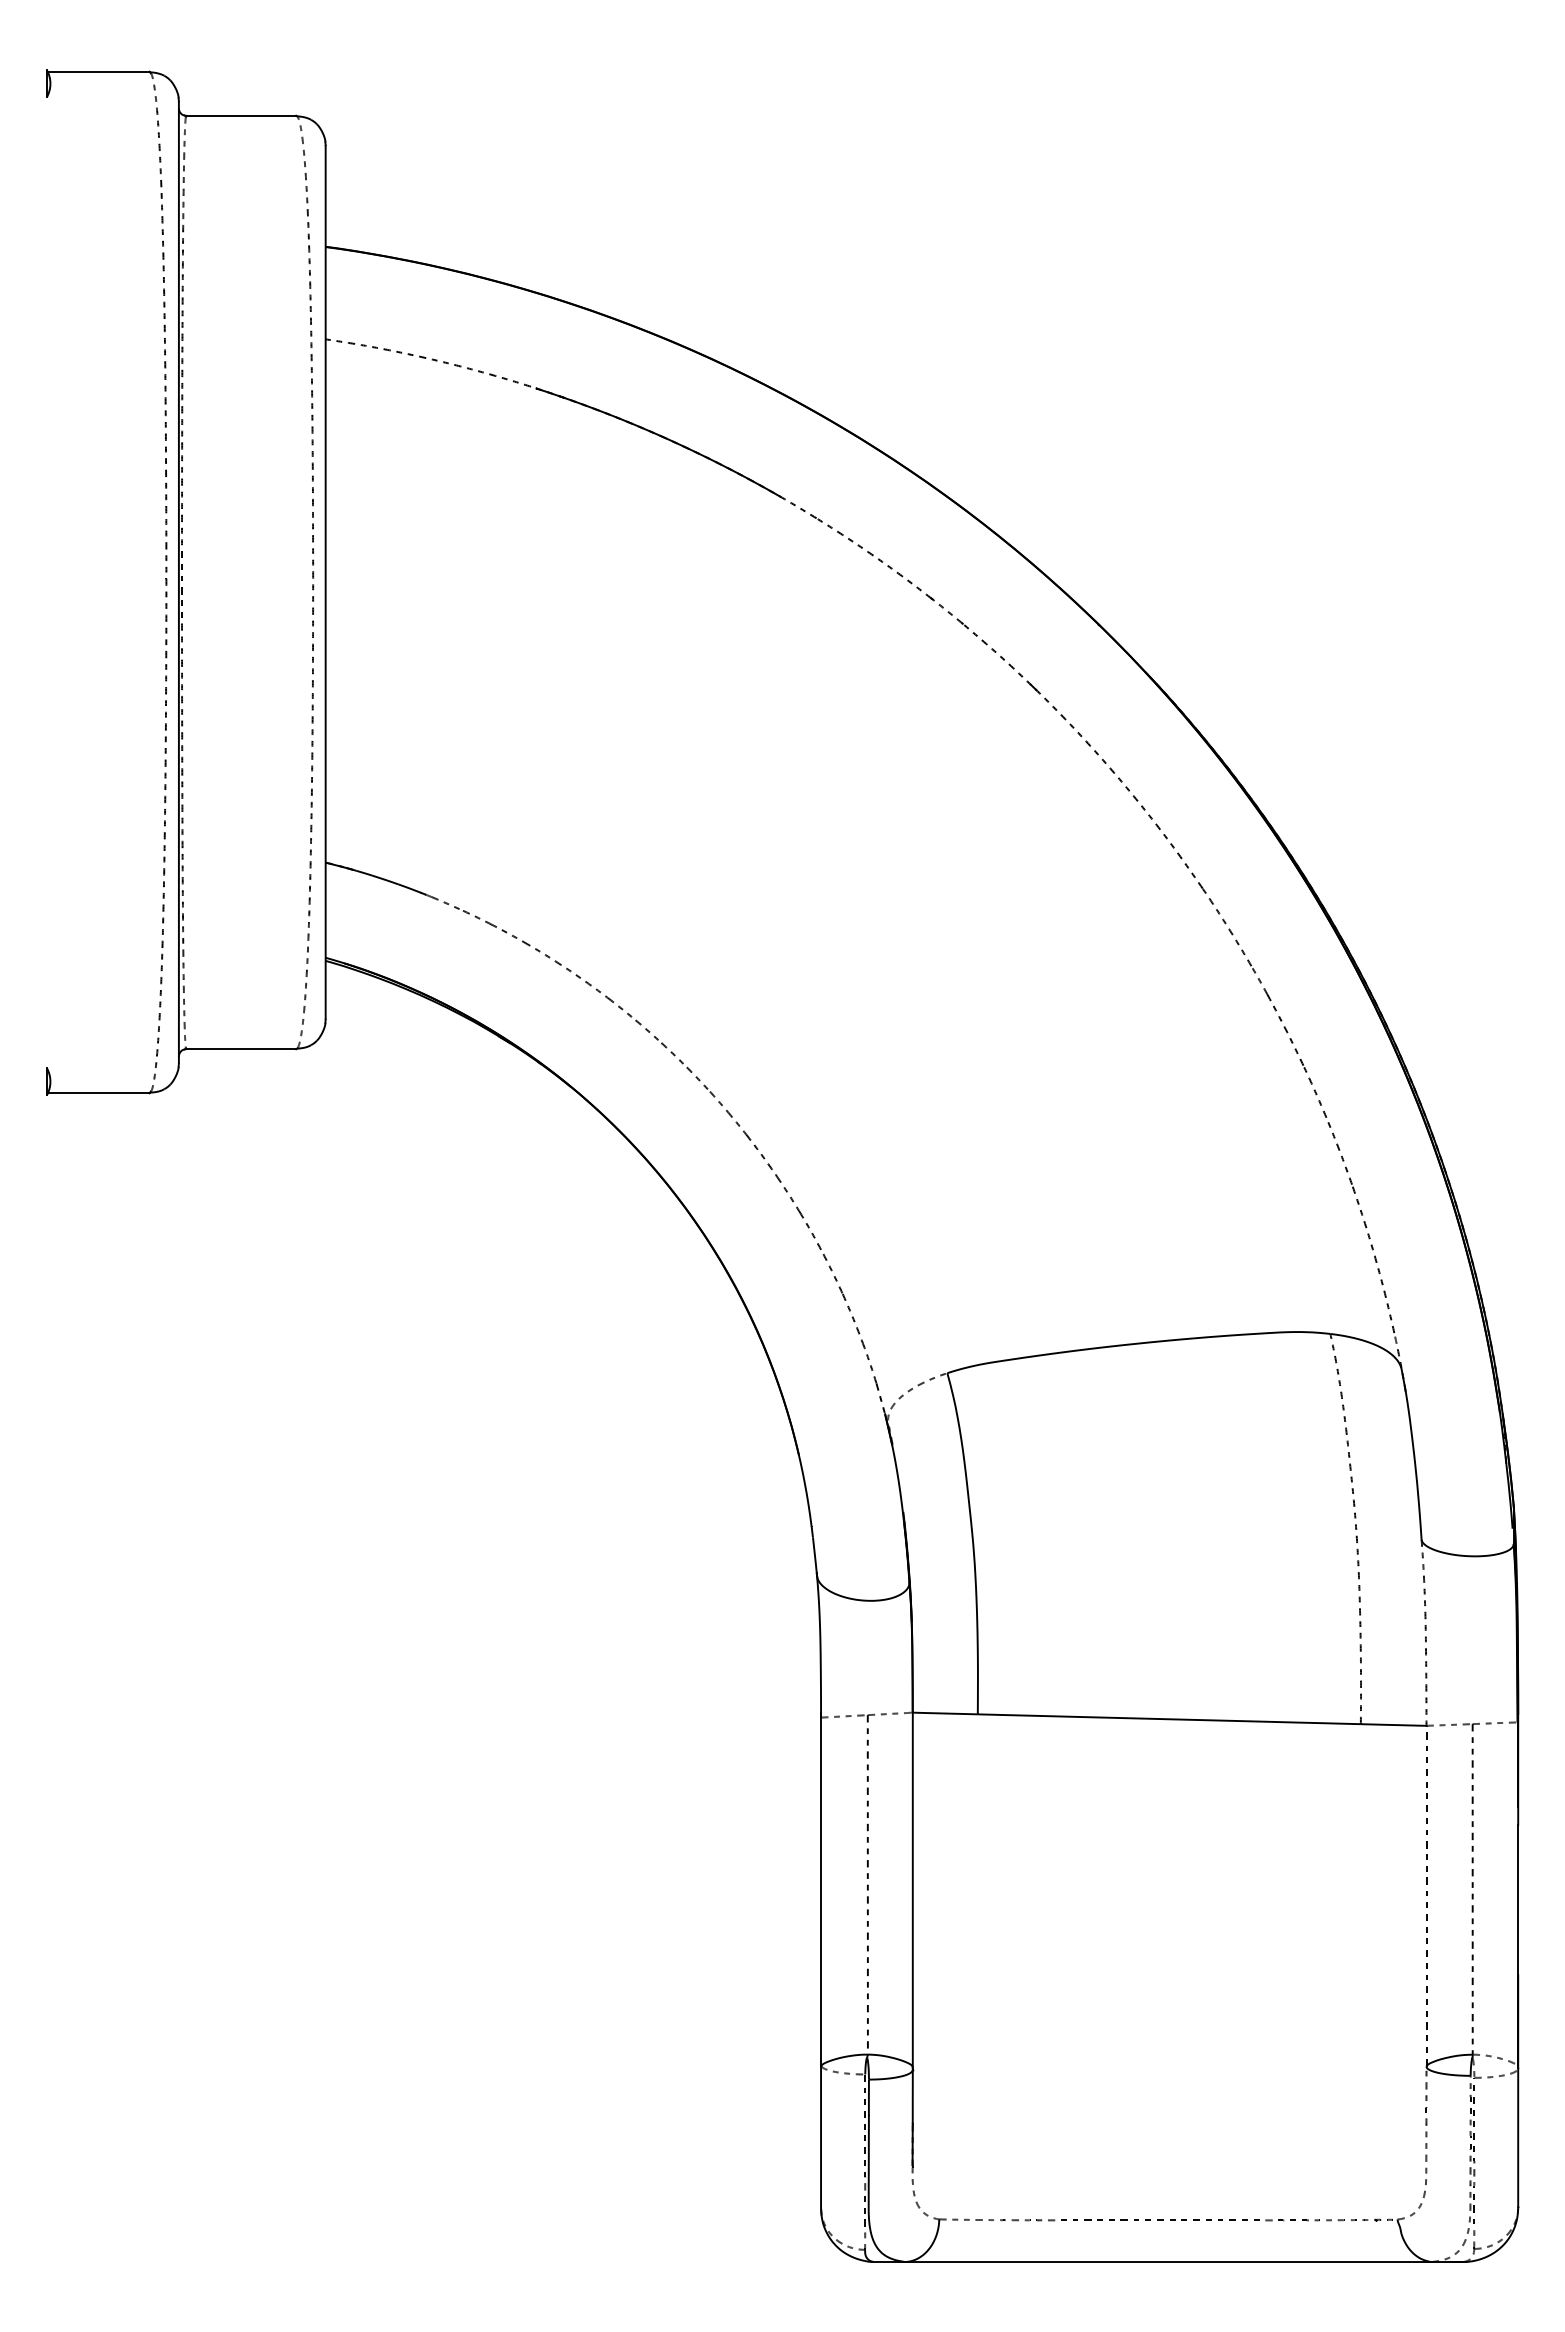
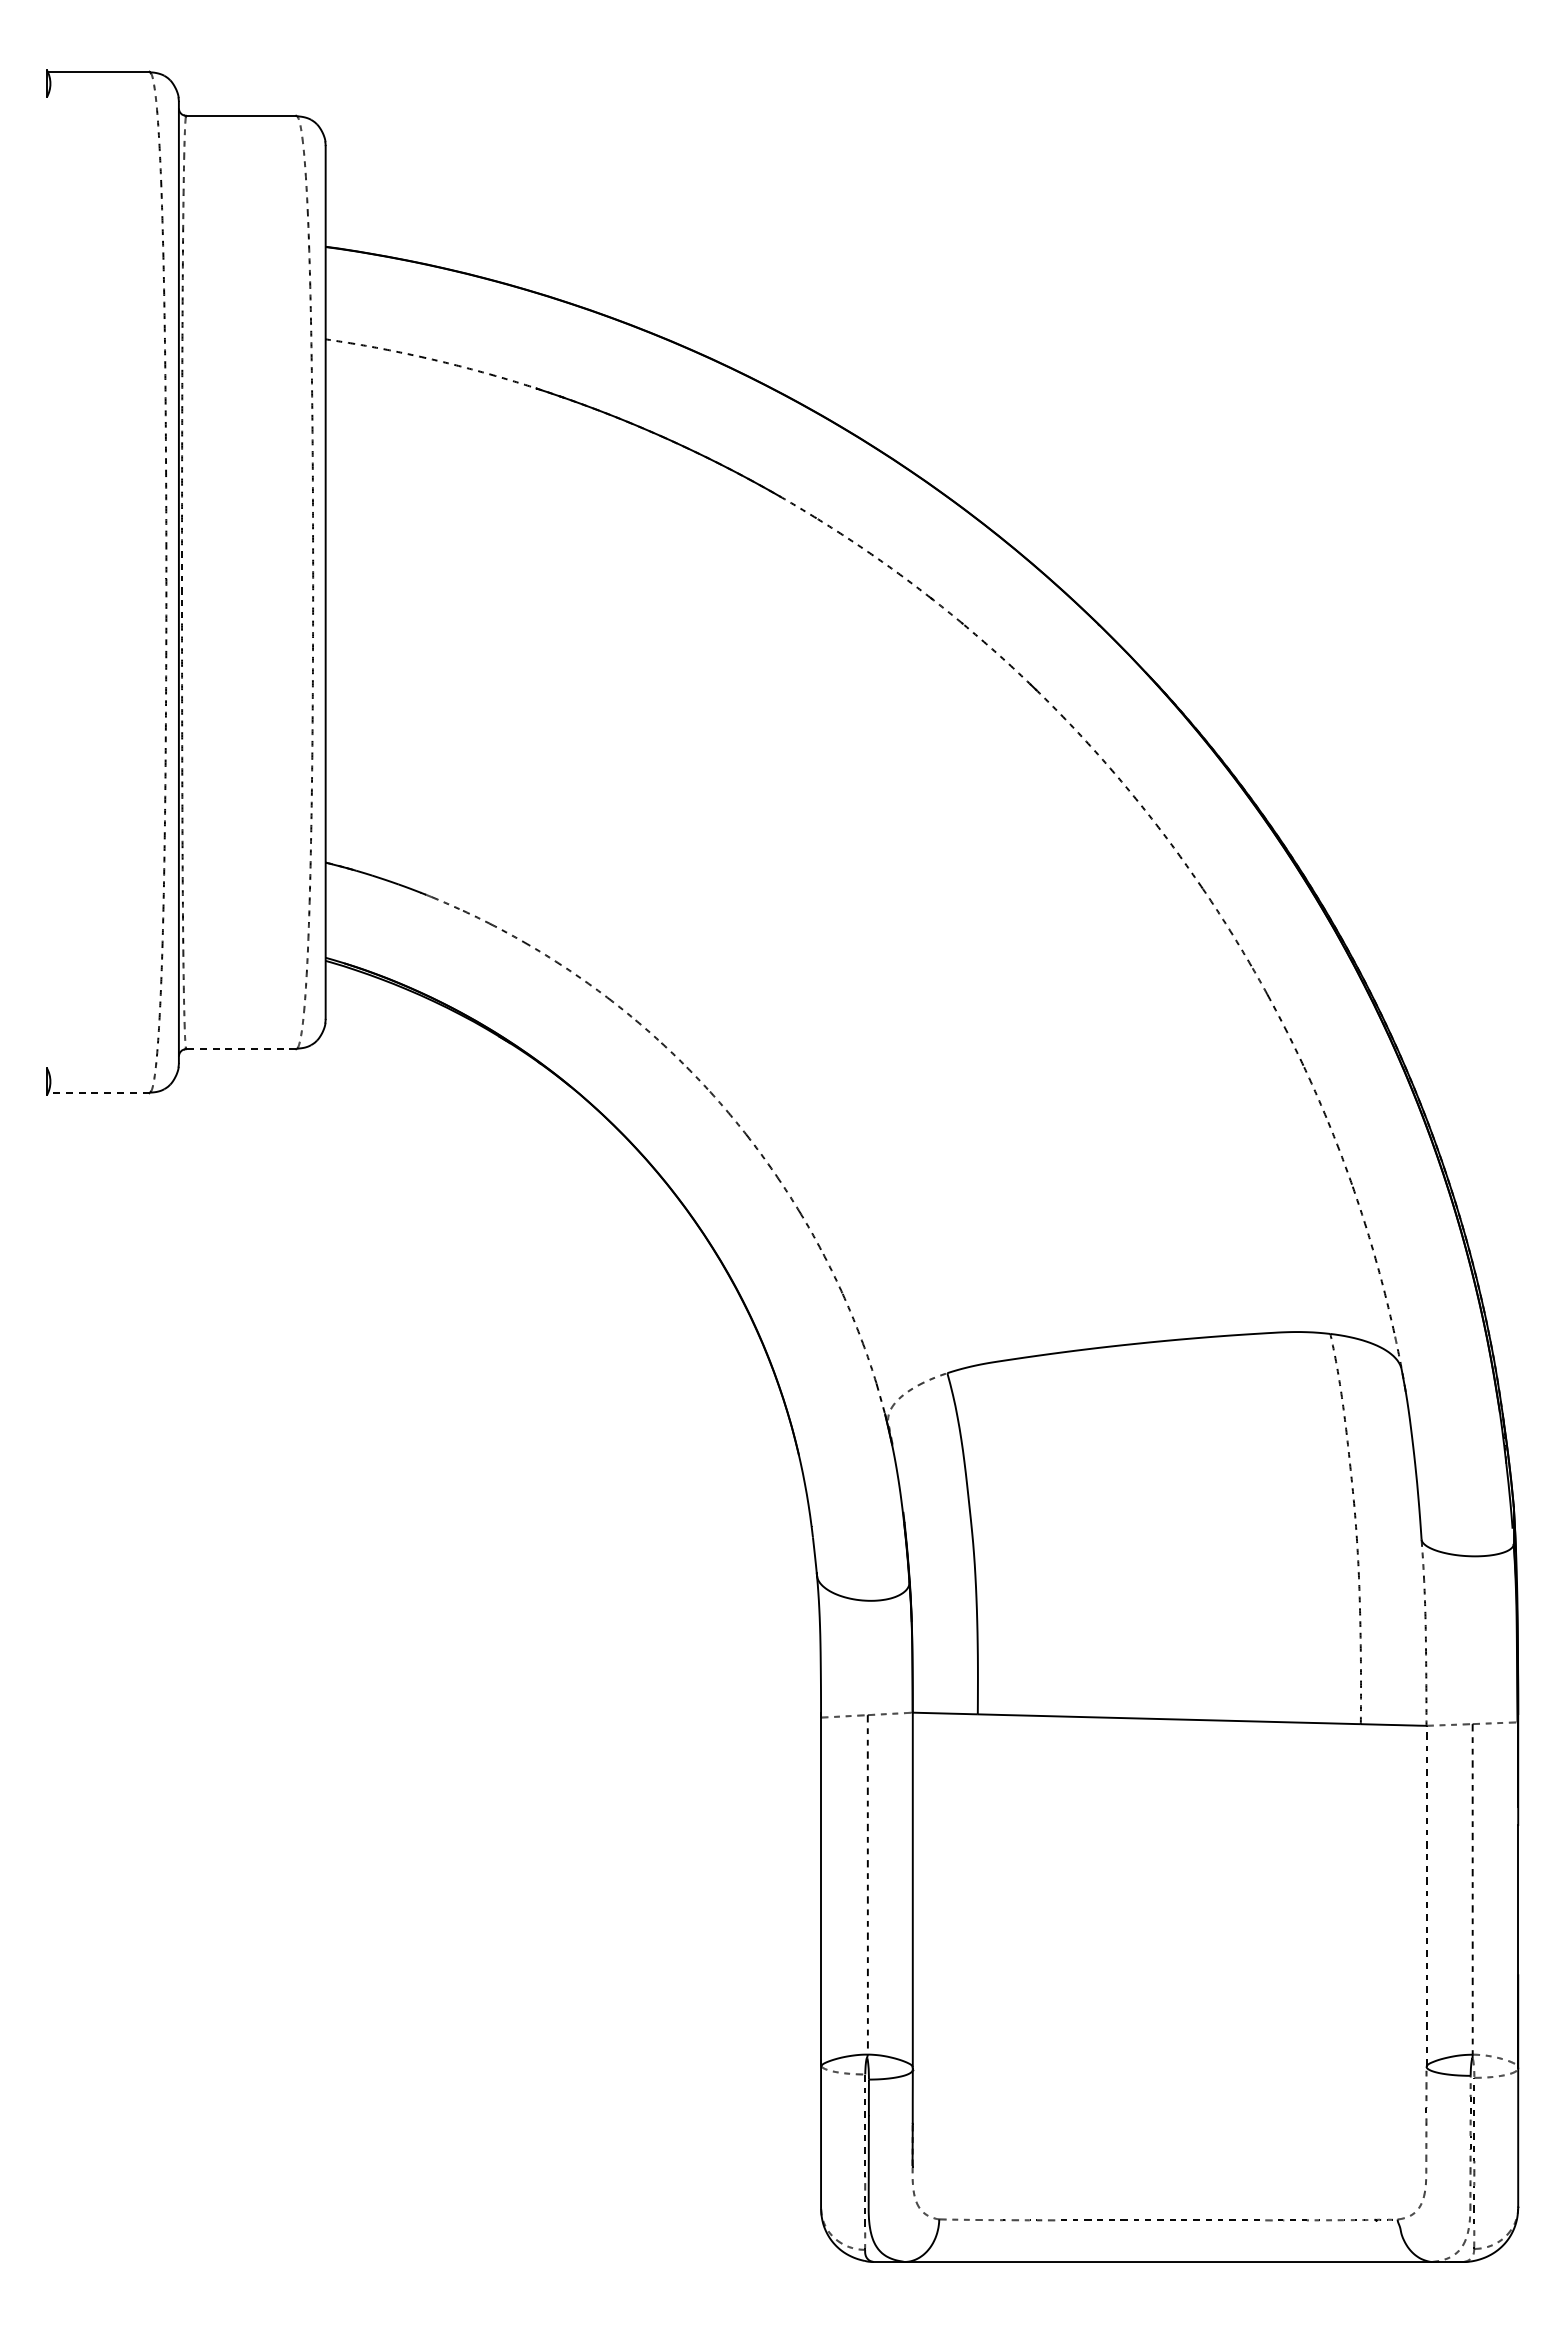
line at (240, 1049): solid -> dashed
line at (98, 1093): solid -> dashed
